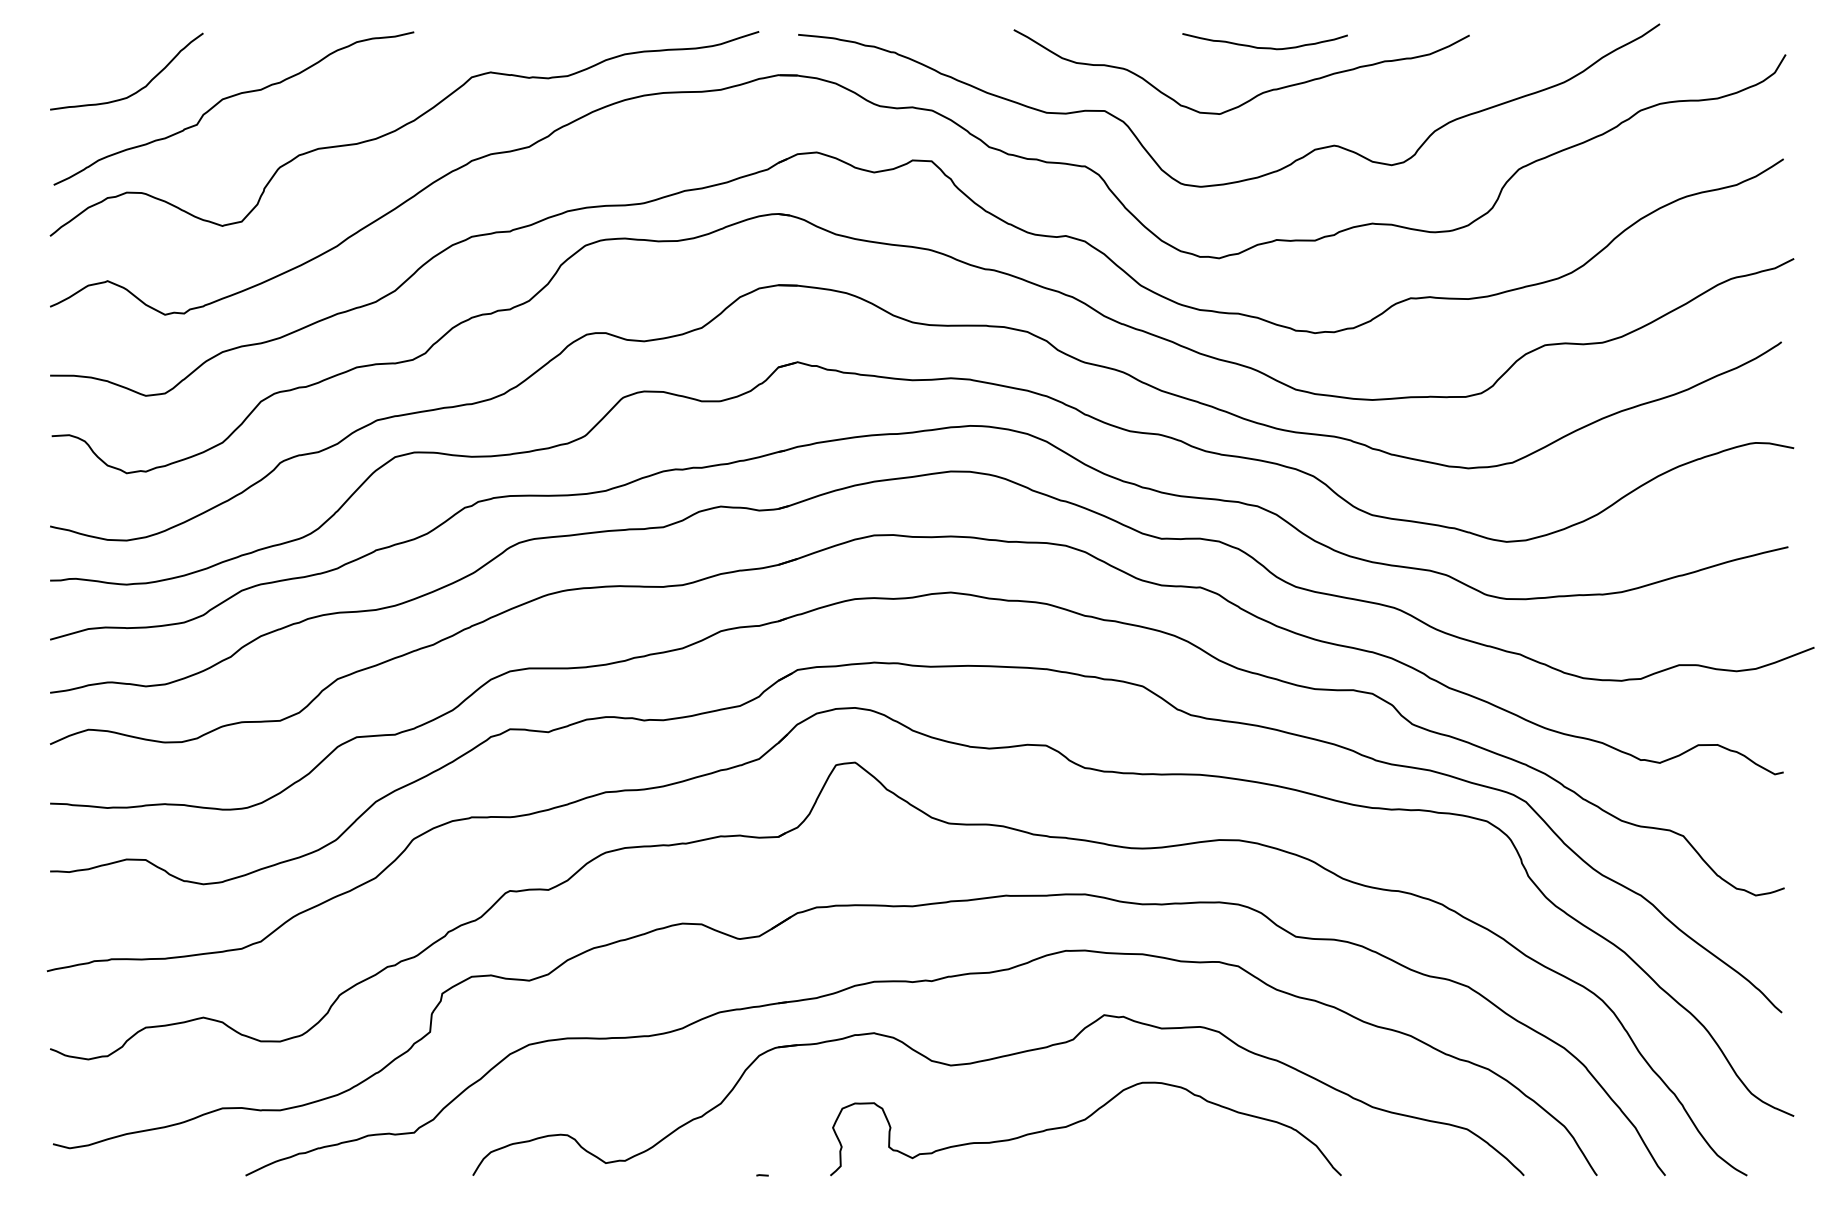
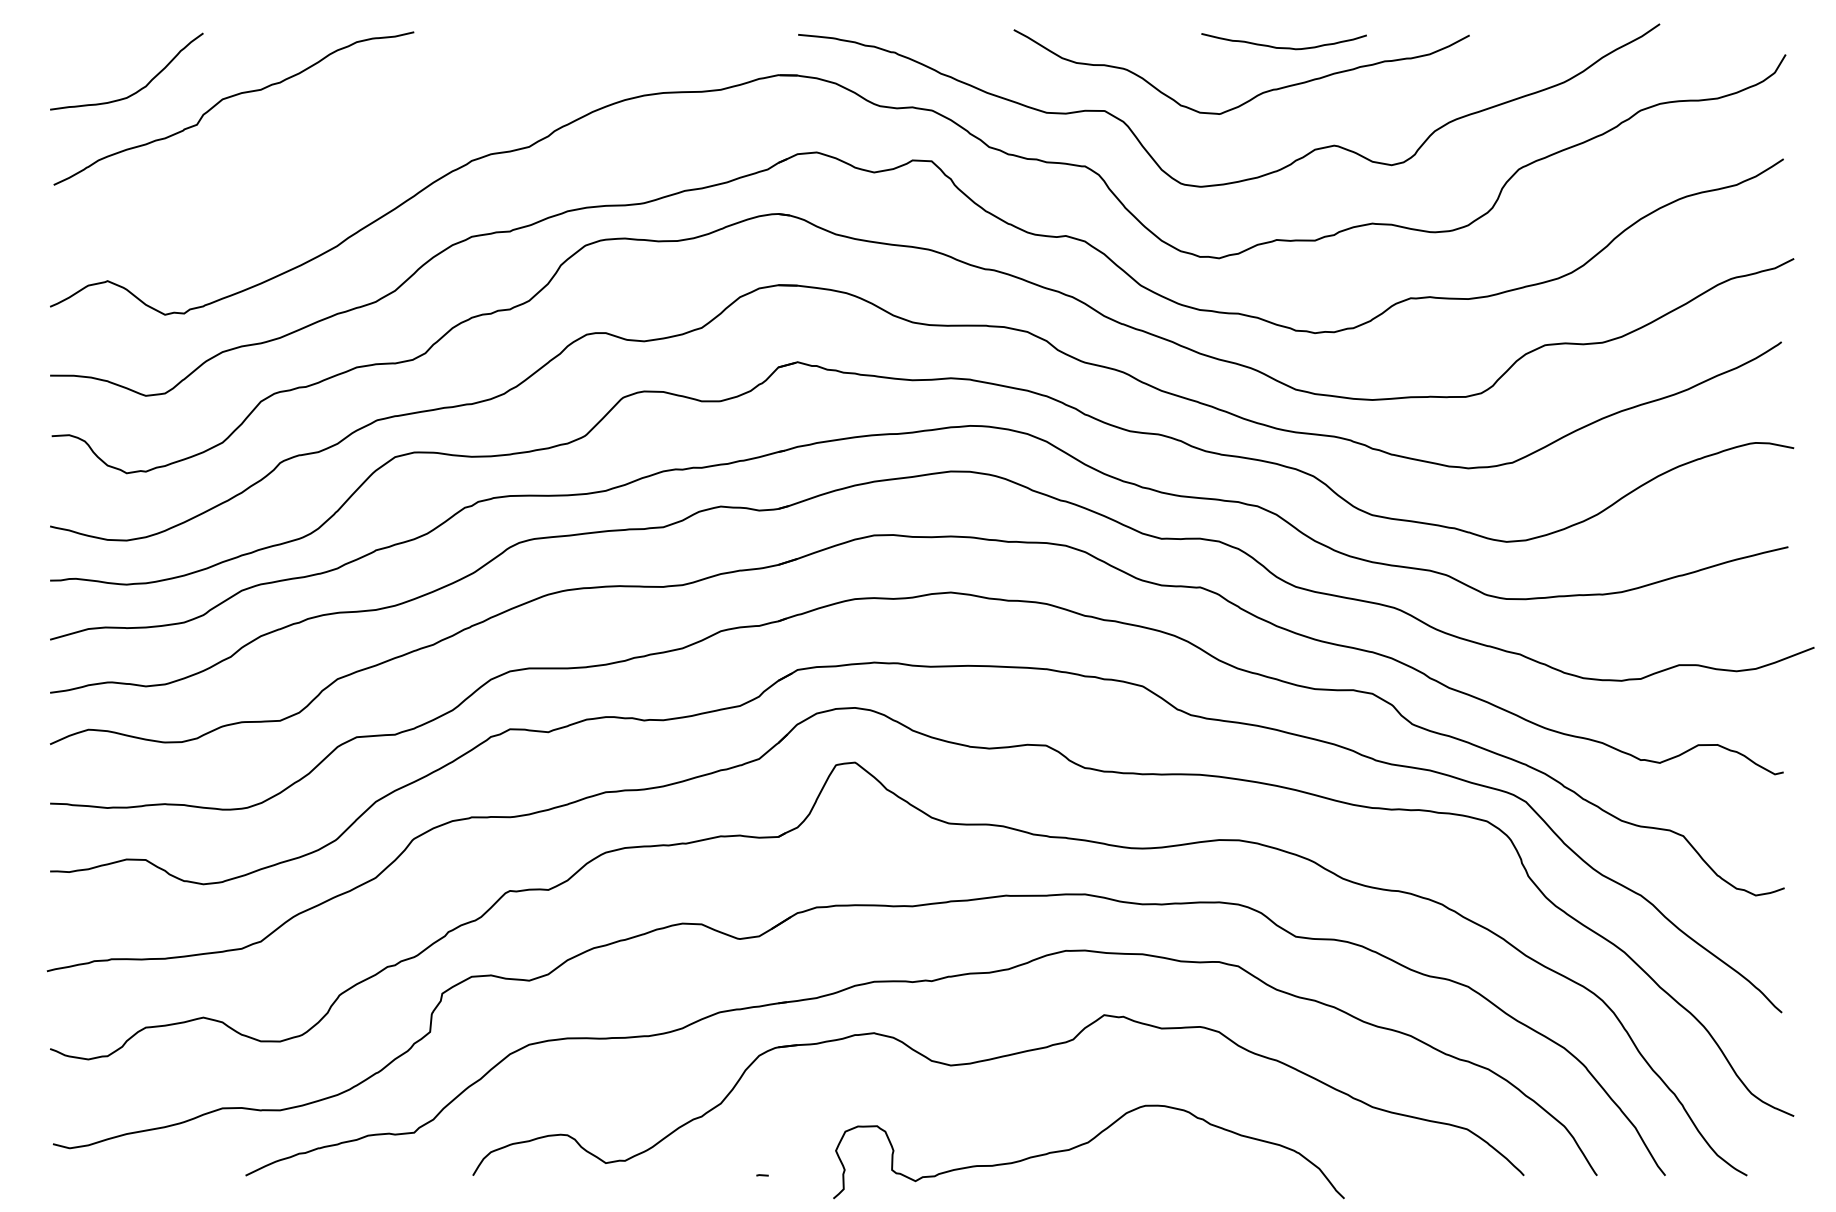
curve at (1264, 47) position: (1264, 47) -> (1283, 47)
curve at (401, 128): present -> none
curve at (1083, 1121) position: (1083, 1121) -> (1086, 1144)
